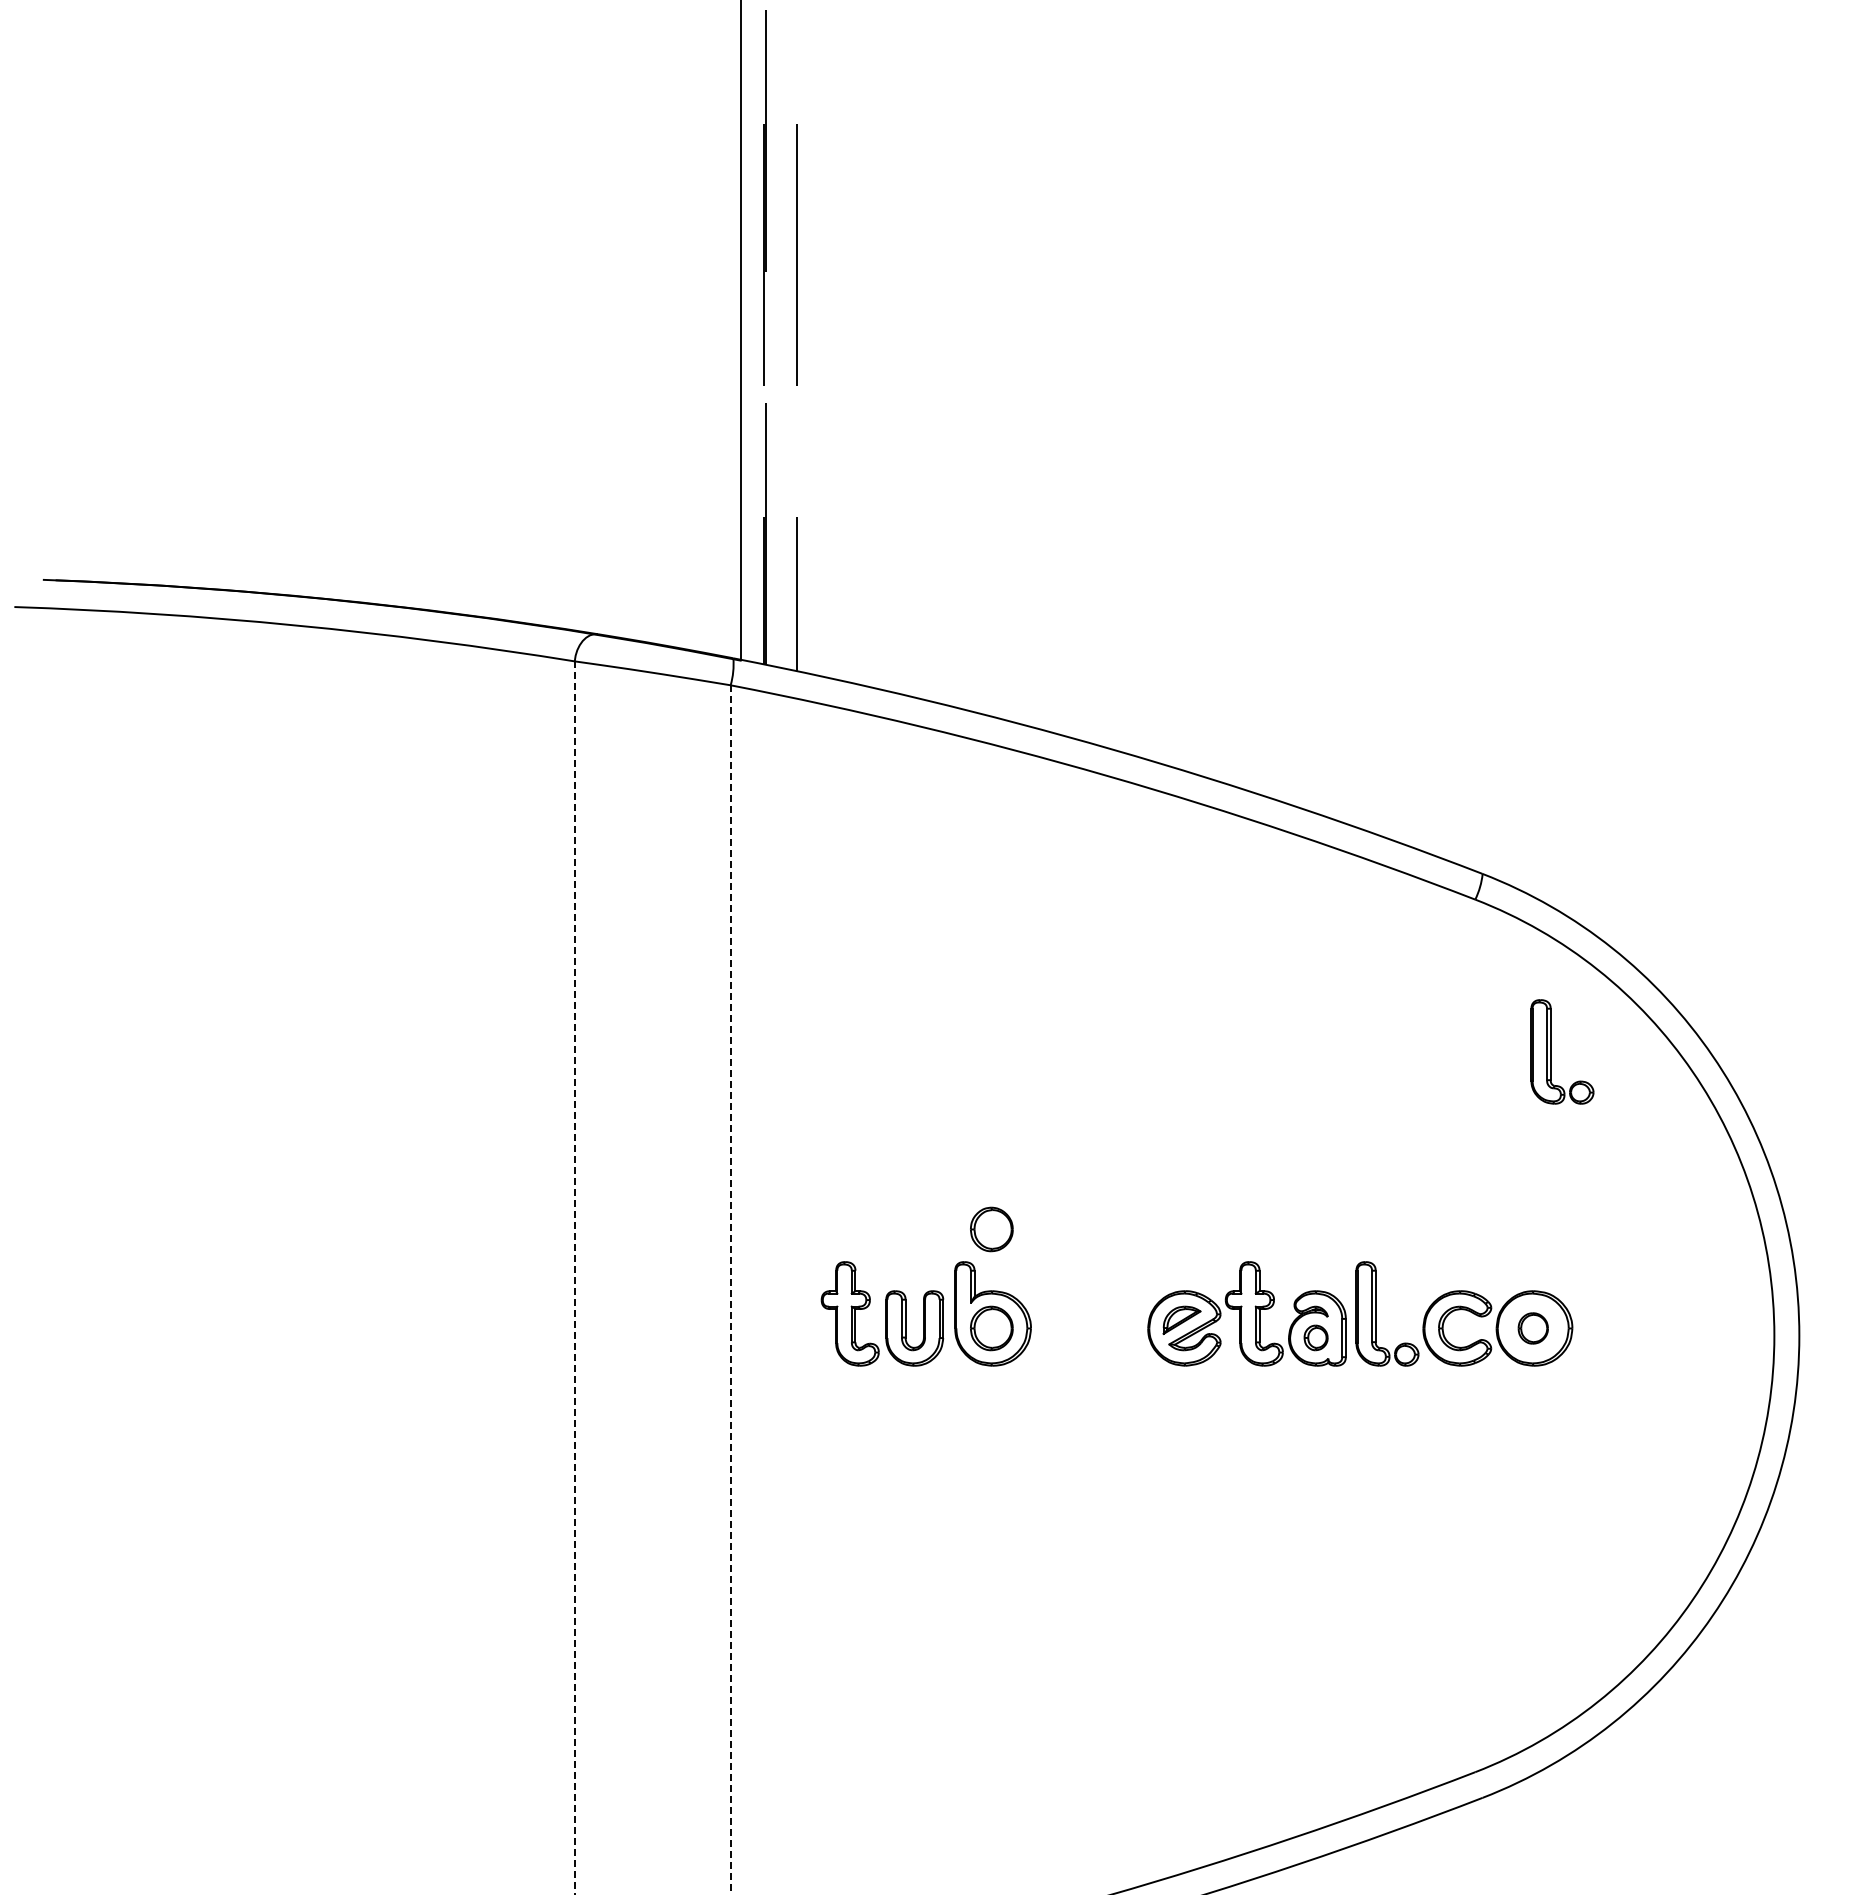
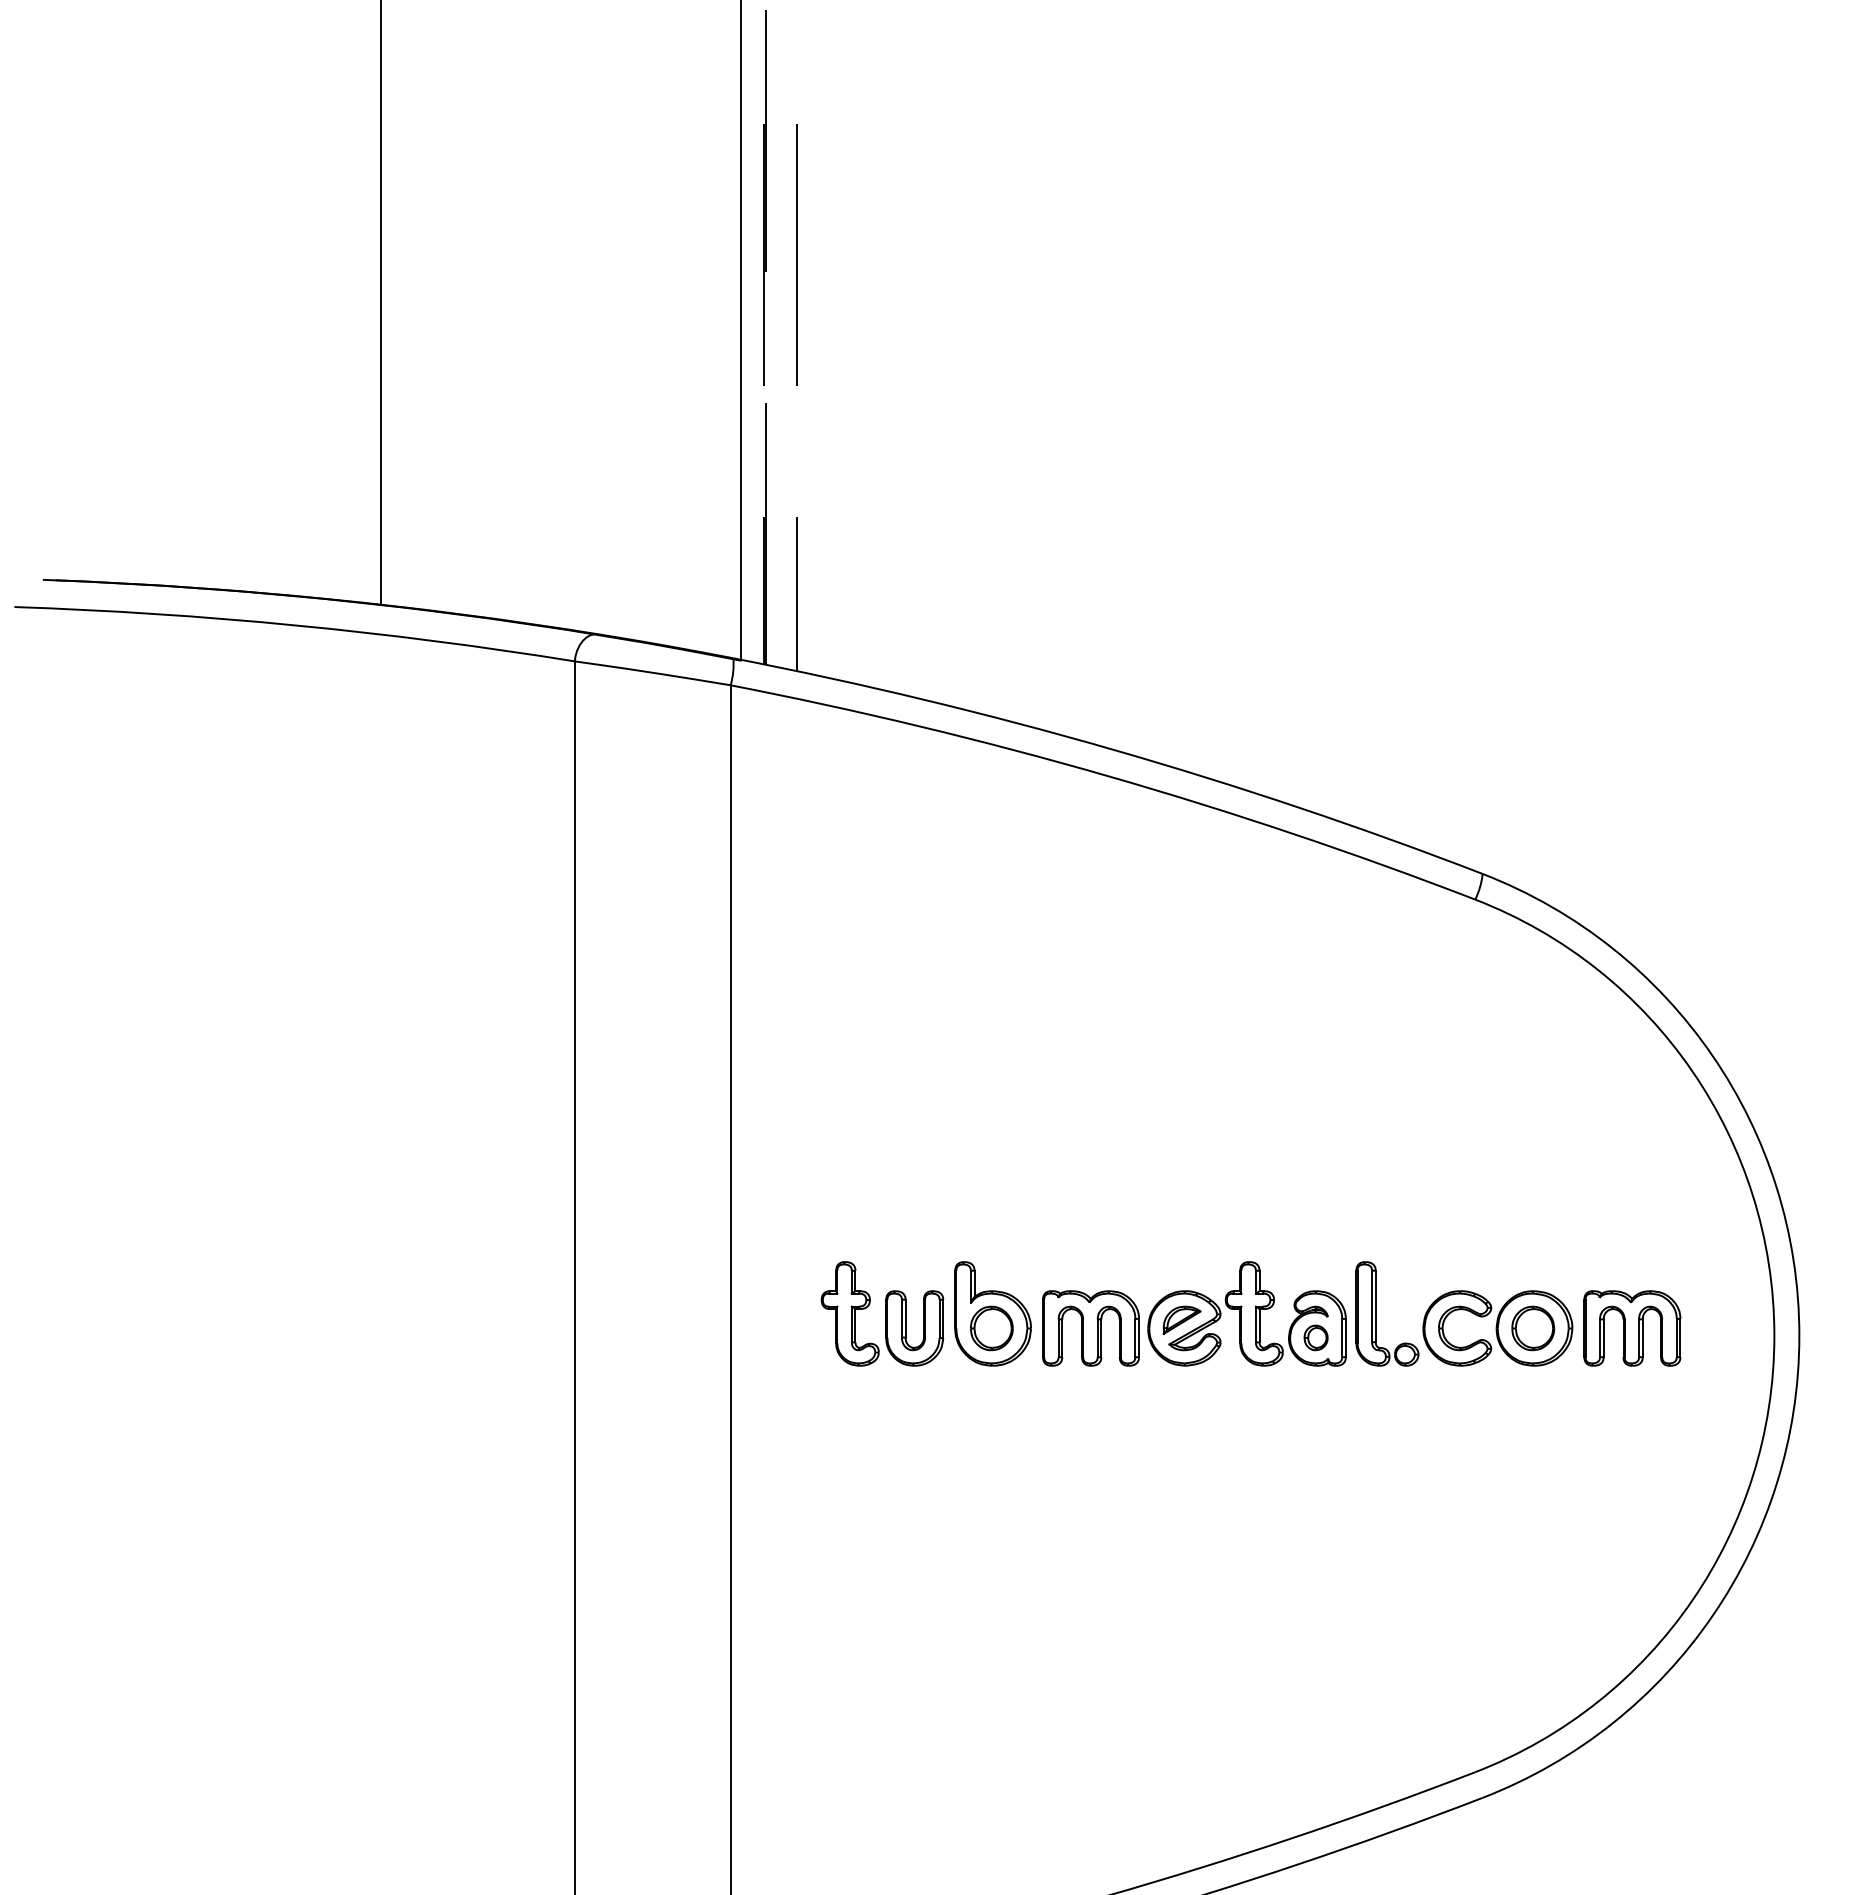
line at (381, 303): none -> present
part at (1551, 1051): present -> none
part at (991, 1229): present -> none
line at (574, 1277): dashed -> solid
line at (730, 1289): dashed -> solid
part at (1090, 1328): none -> present
part at (1532, 1328) size: 32x33 px -> 45x47 px
part at (1632, 1328): none -> present
